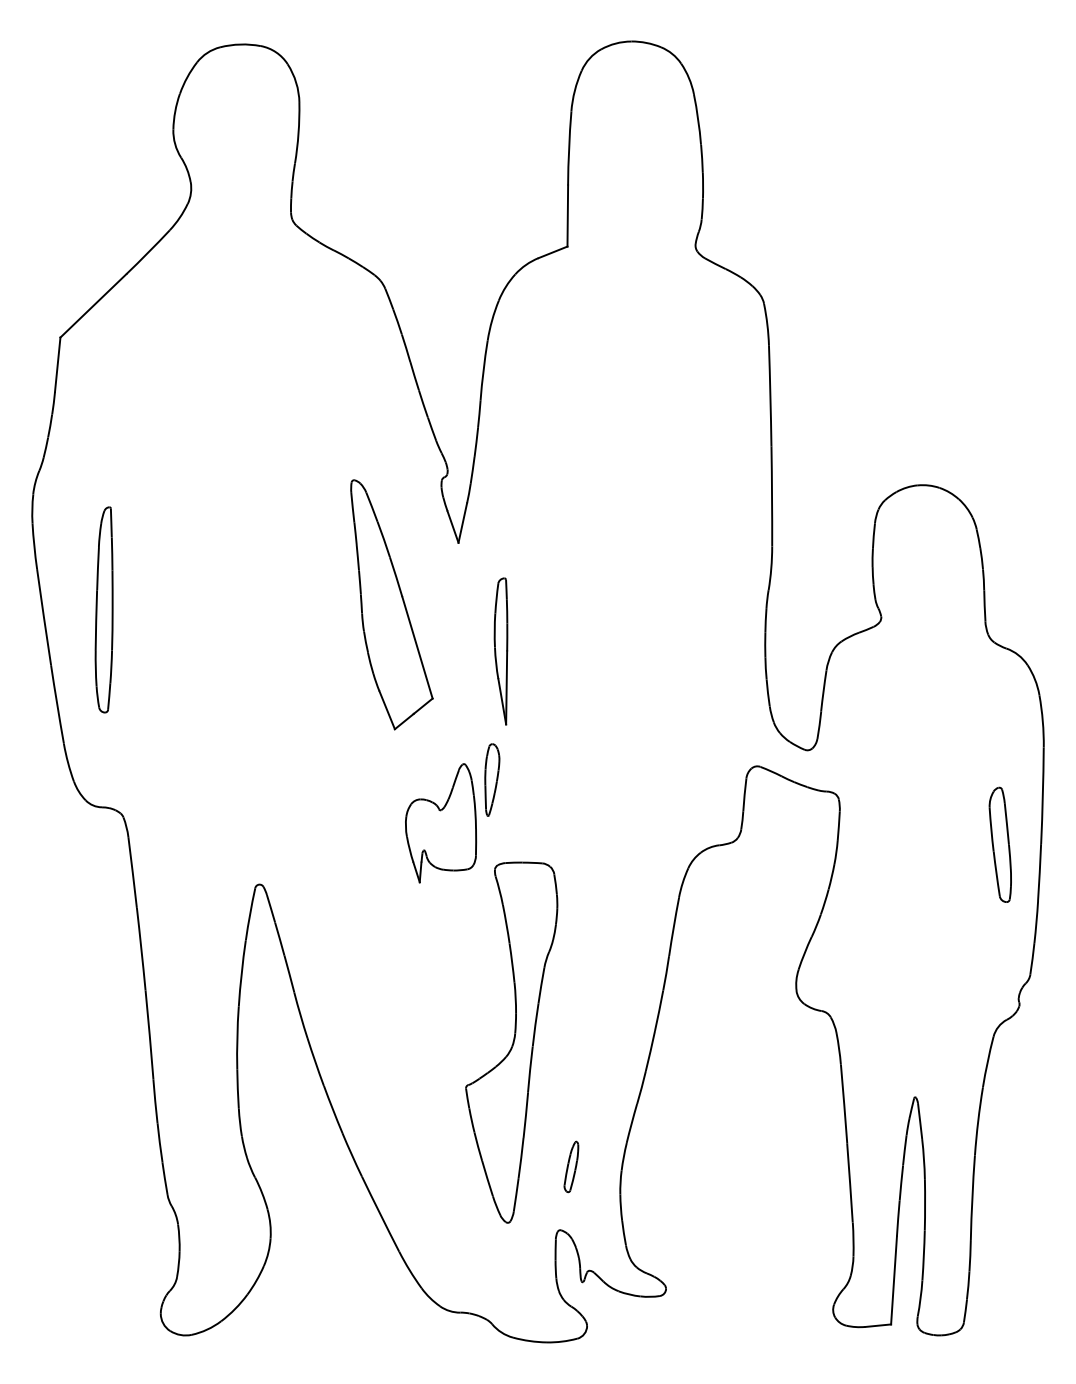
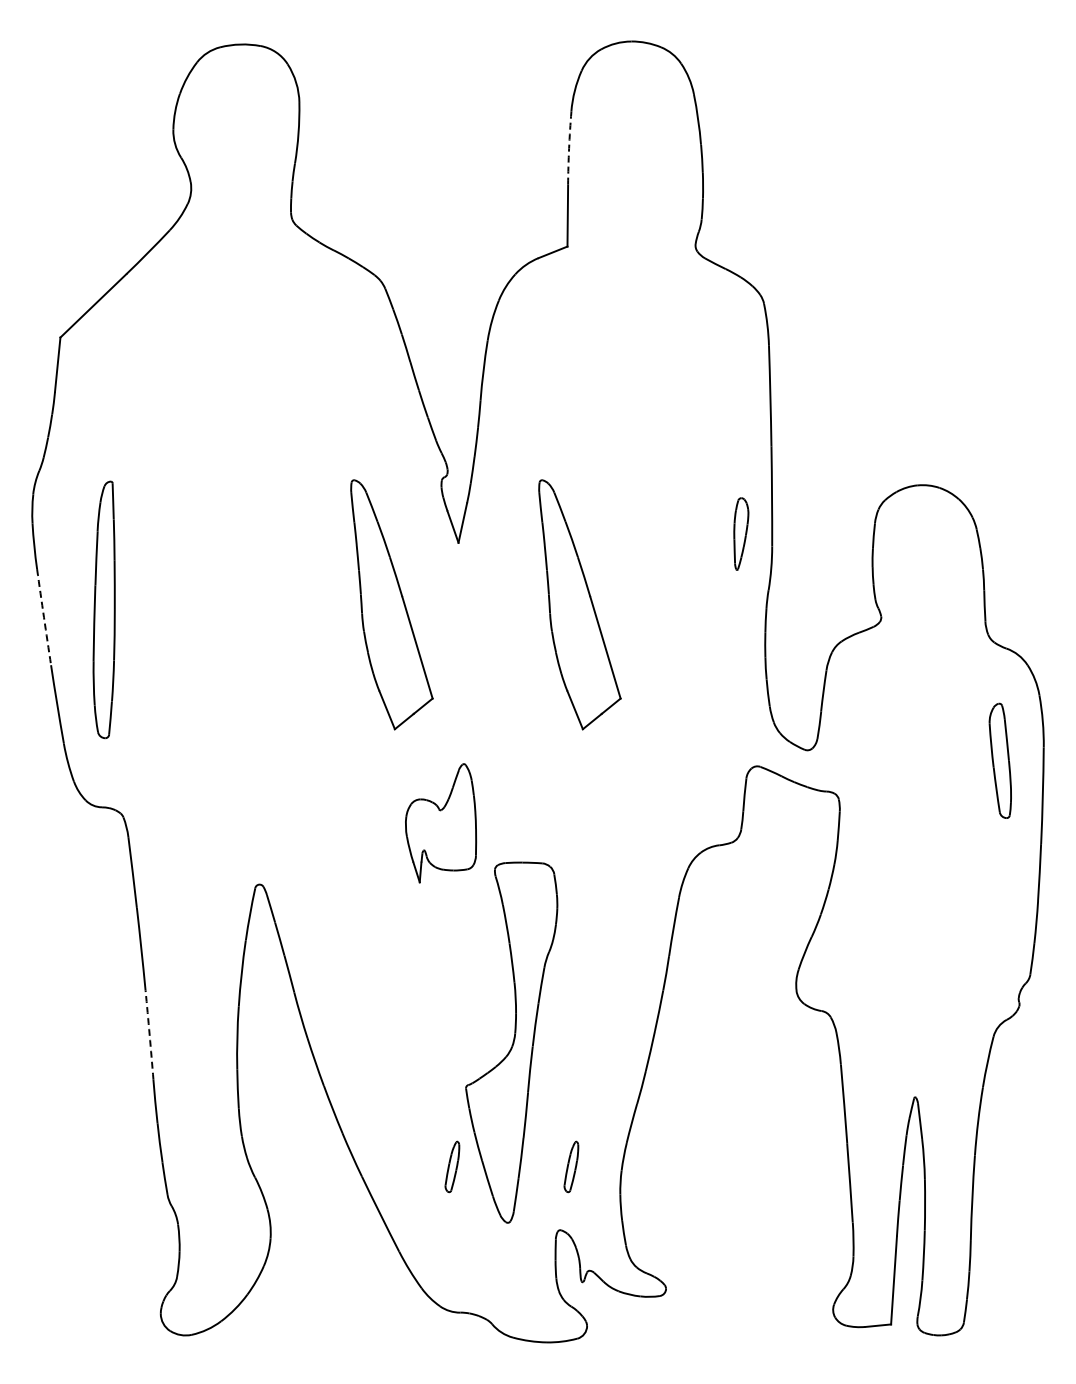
arc at (569, 148): solid -> dashed
part at (579, 604): none -> present
part at (103, 609) size: 20x208 px -> 24x260 px
arc at (43, 617): solid -> dashed
part at (500, 651): present -> none
part at (492, 779) position: (492, 779) -> (741, 533)
part at (999, 844) position: (999, 844) -> (999, 760)
arc at (149, 1035): solid -> dashed
part at (452, 1166): none -> present
